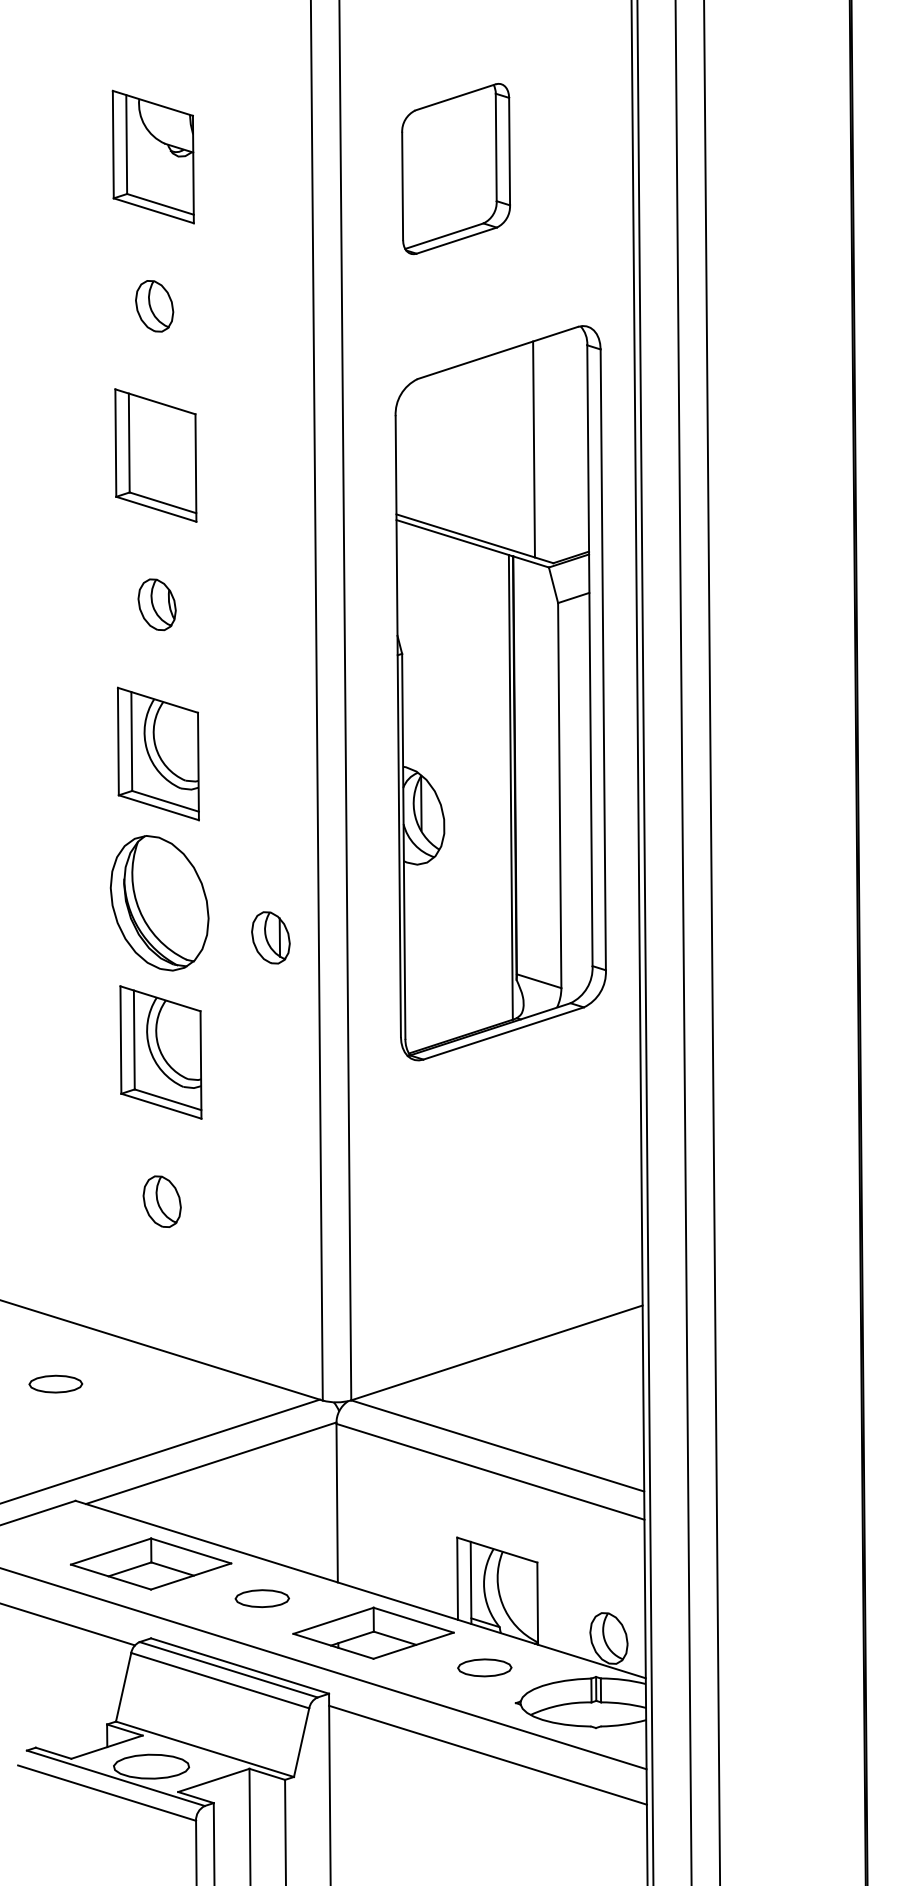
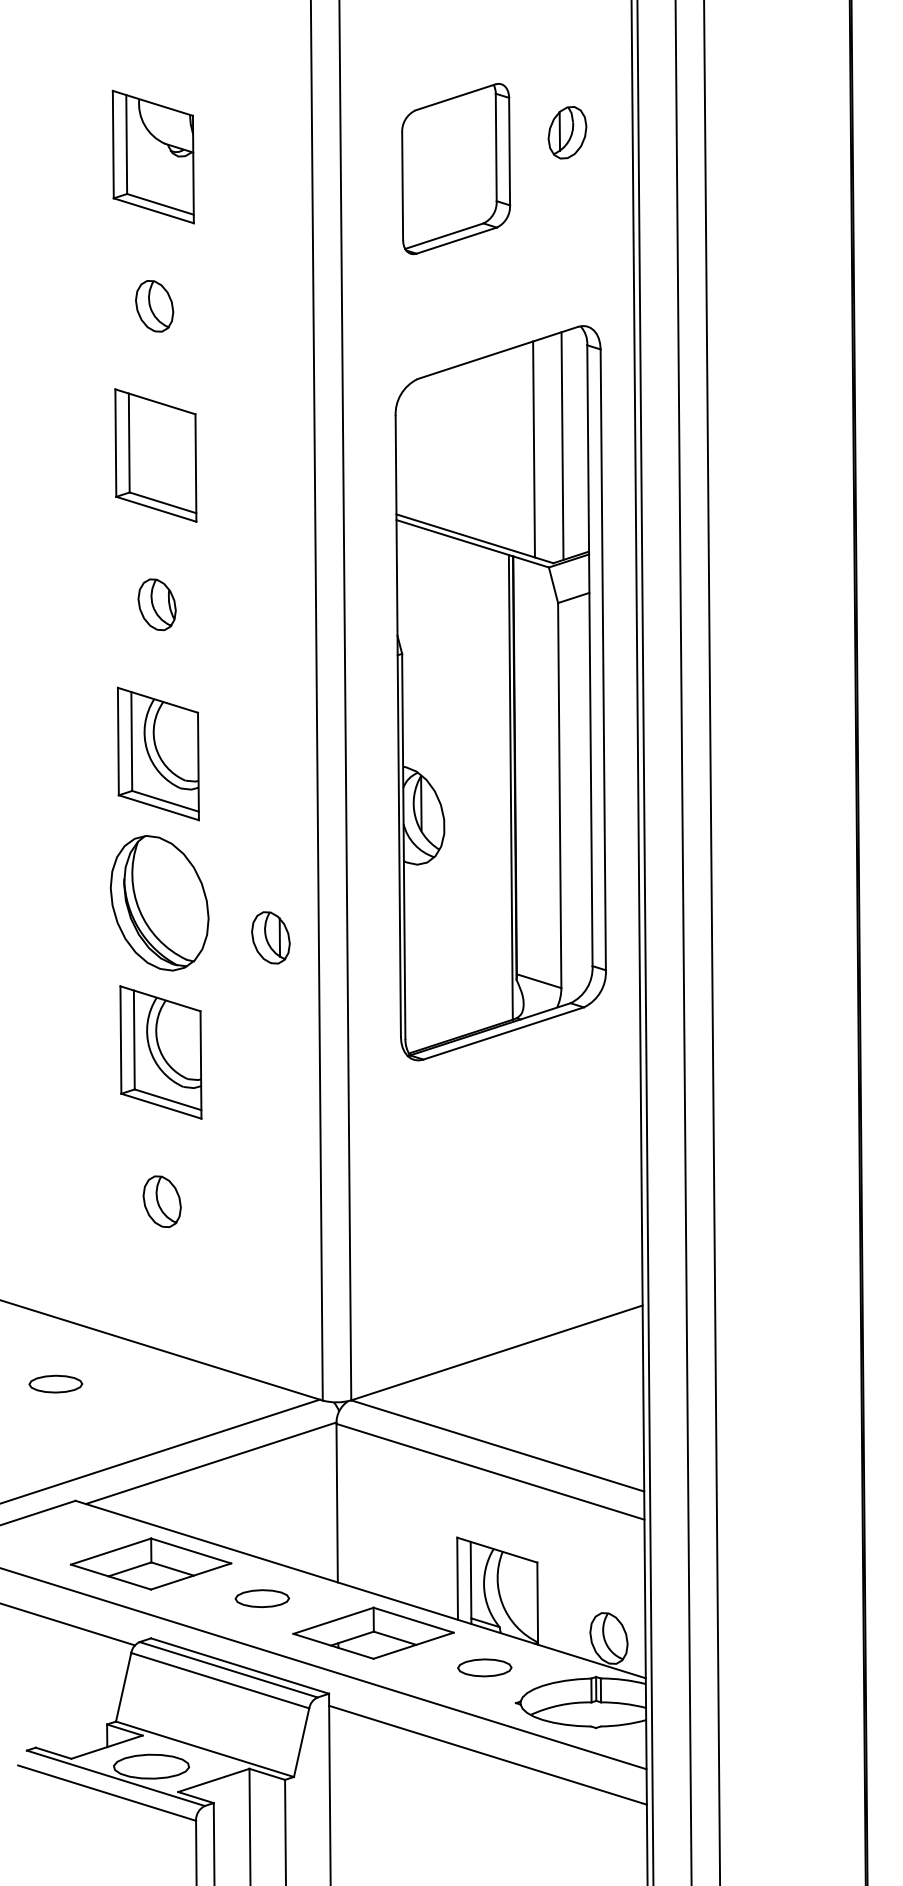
part at (567, 132): none -> present
line at (562, 445): none -> present
